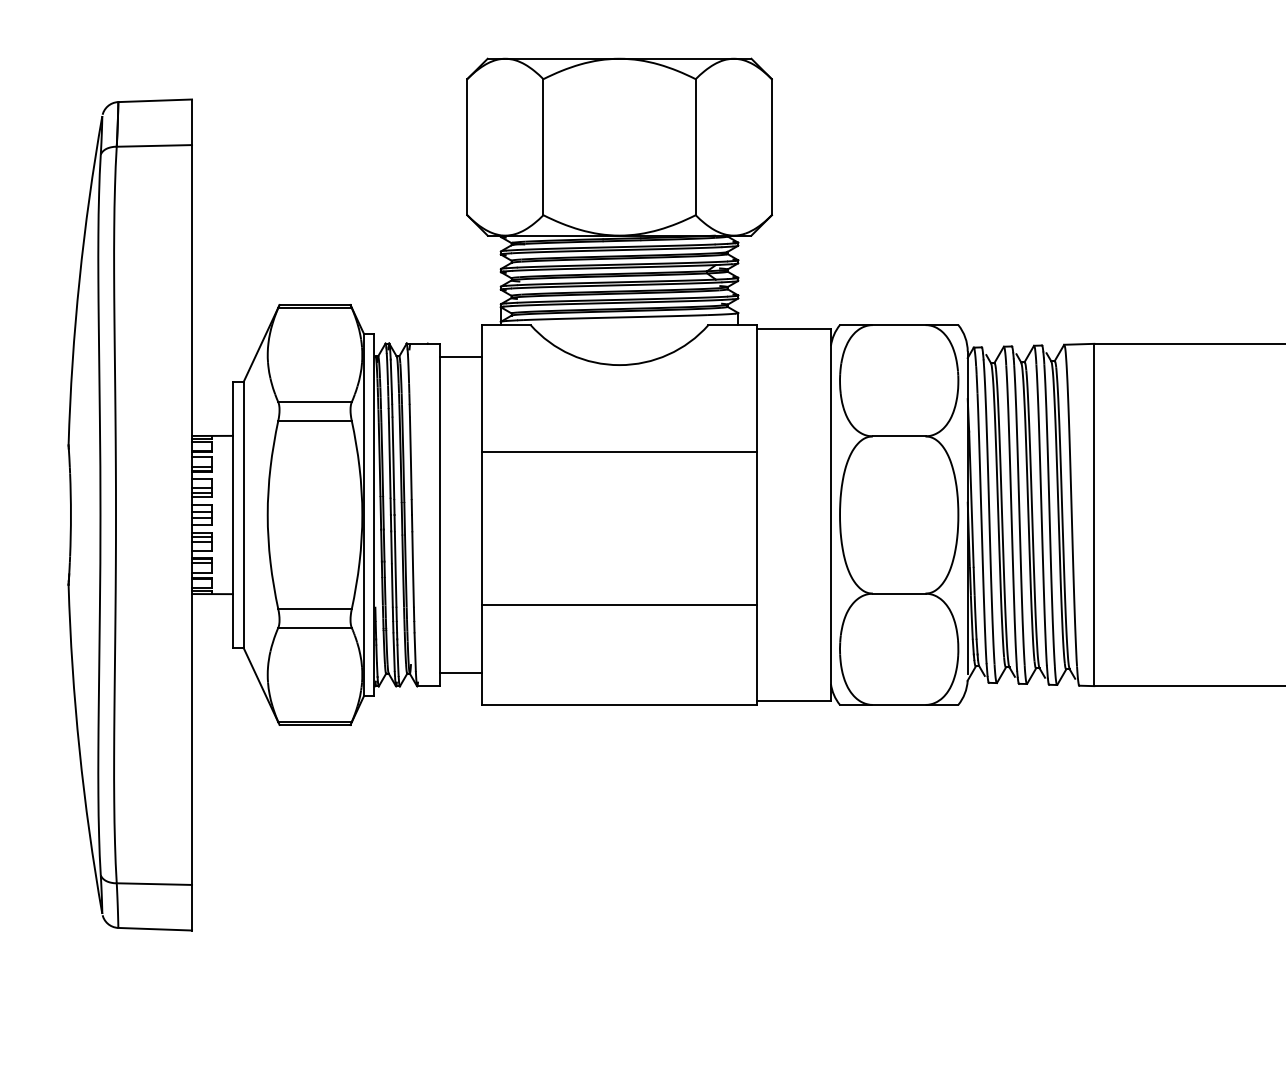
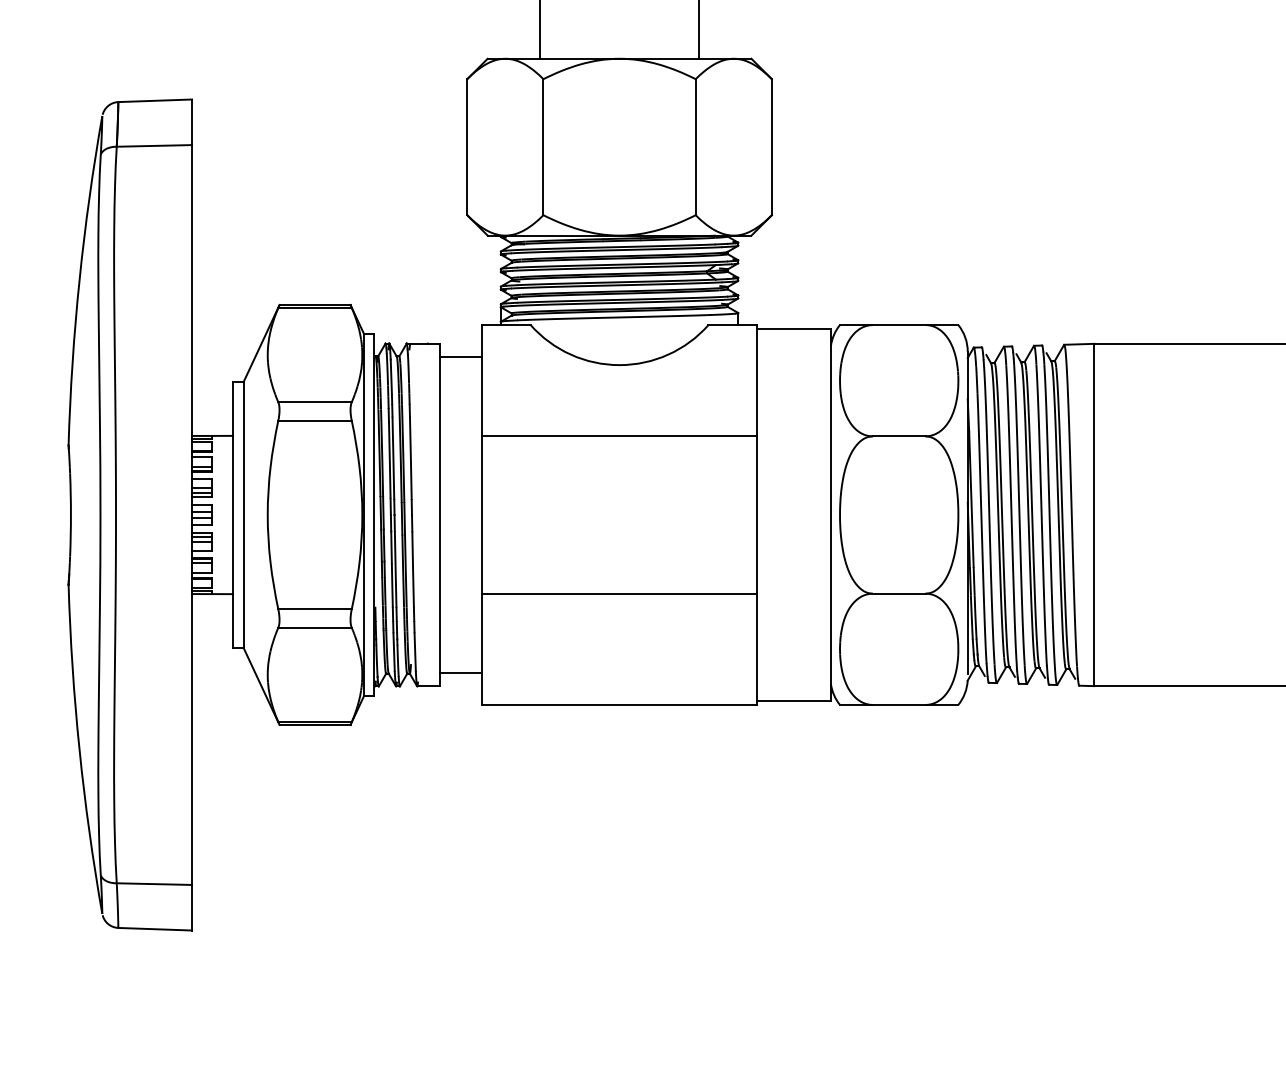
line at (540, 30): none -> present
line at (698, 30): none -> present
line at (619, 452) position: (619, 452) -> (619, 436)
line at (619, 604) position: (619, 604) -> (619, 593)
